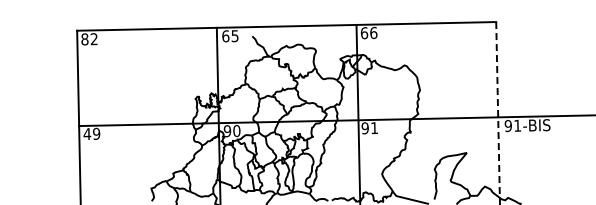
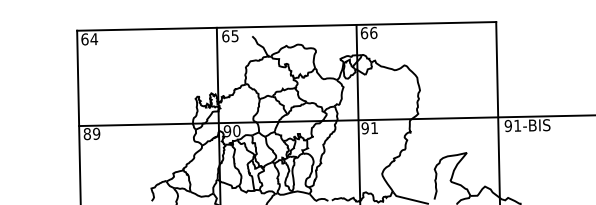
text at (89, 39): 82 -> 64
line at (498, 113): dashed -> solid
text at (87, 134): 49 -> 89
